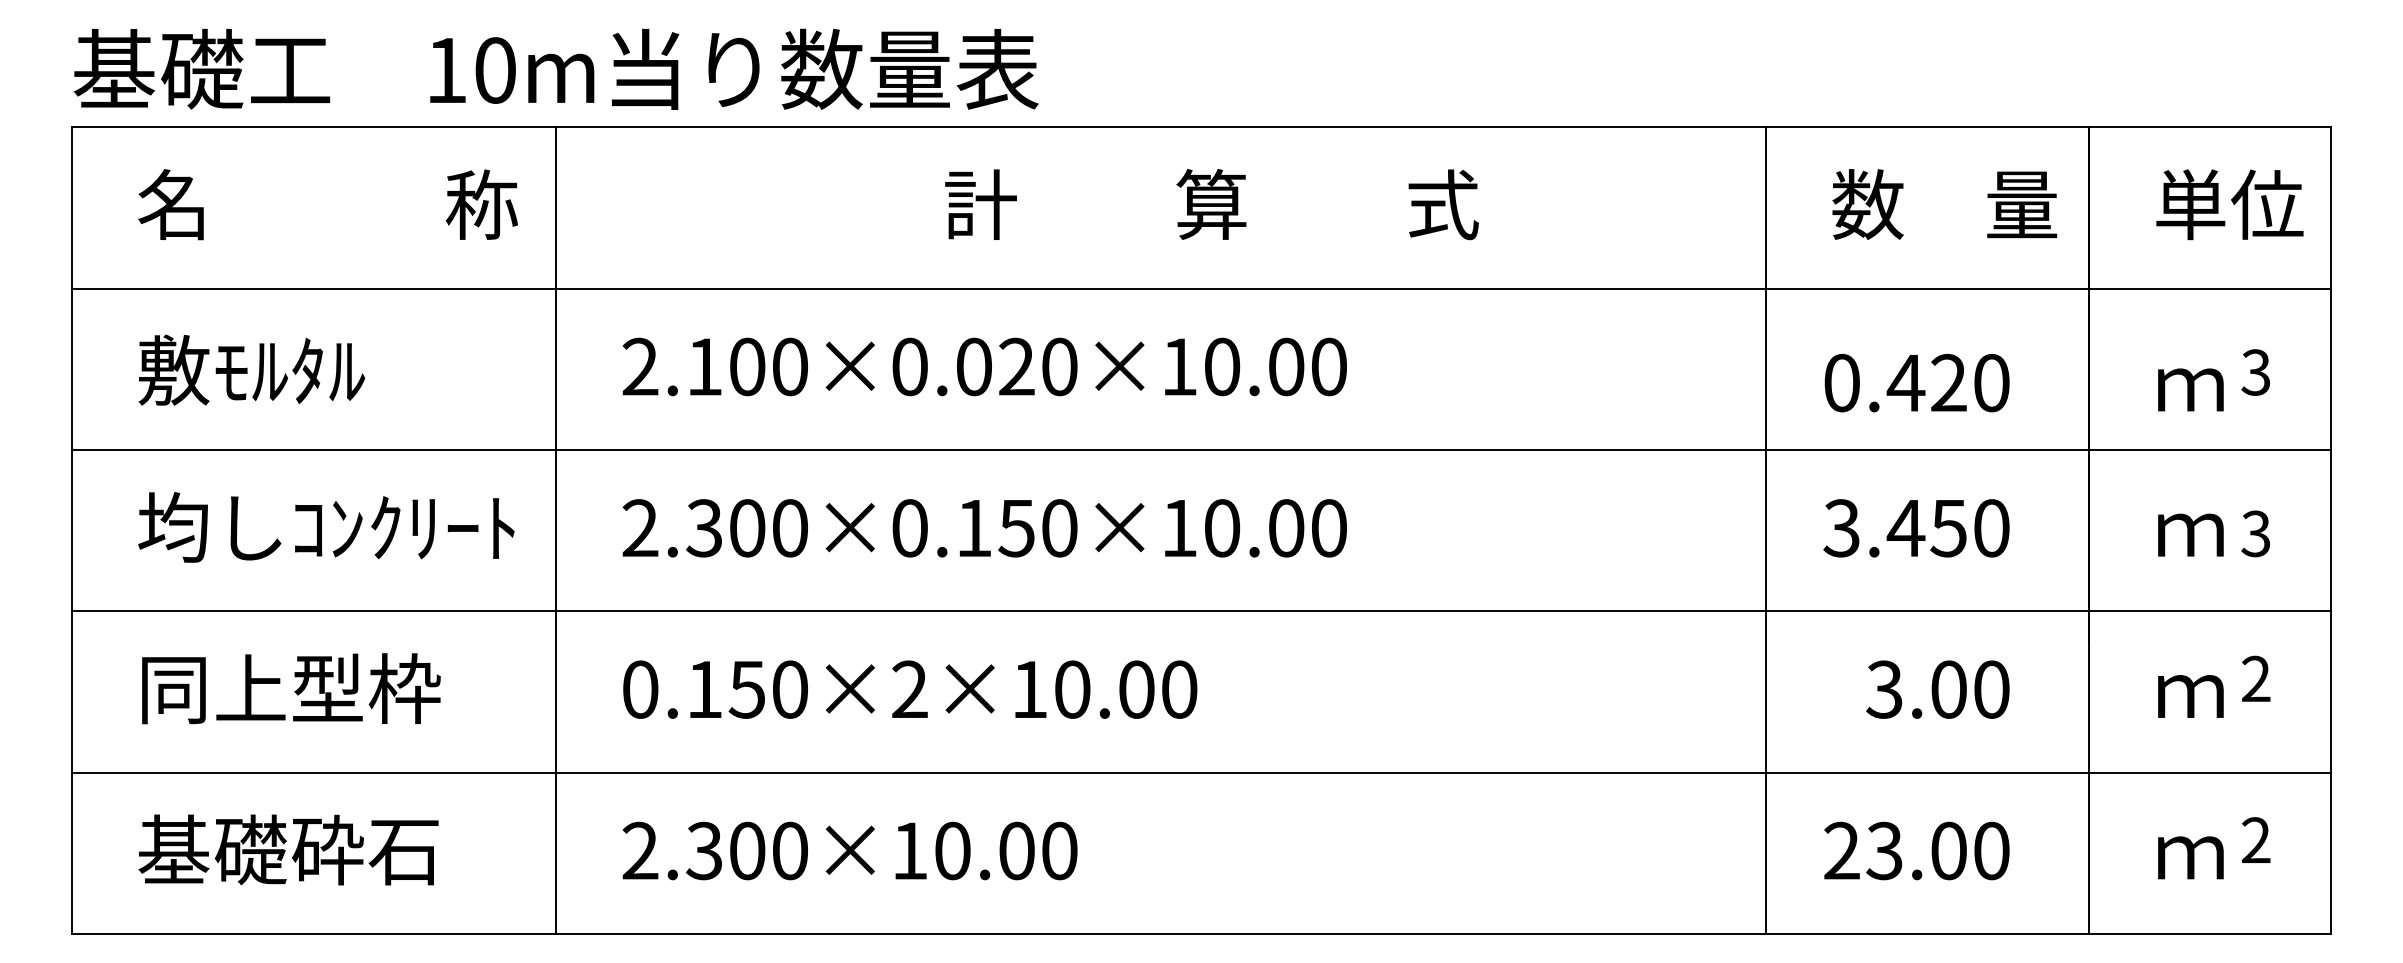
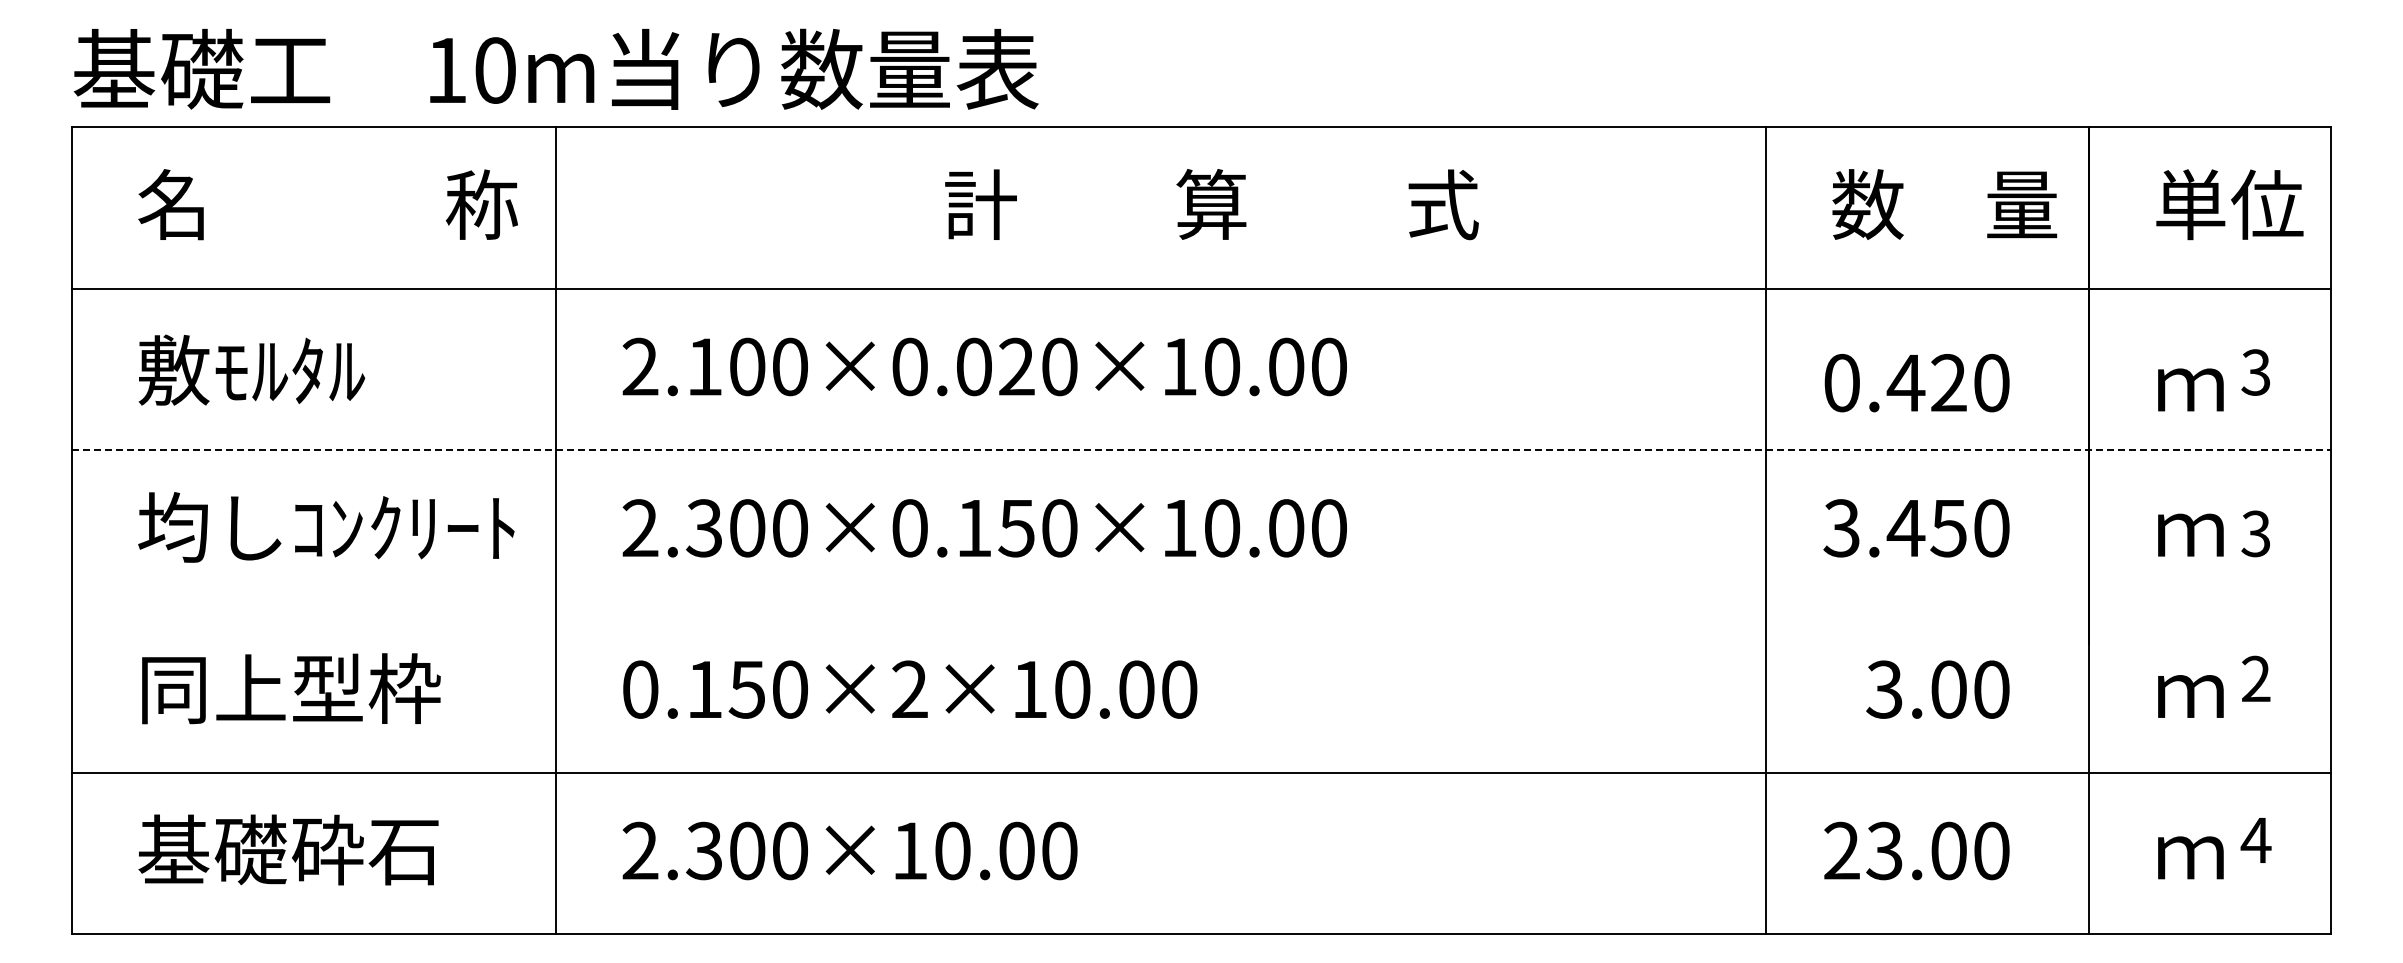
line at (1201, 450): solid -> dashed
line at (1201, 611): present -> none
text at (2255, 839): 2 -> 4
